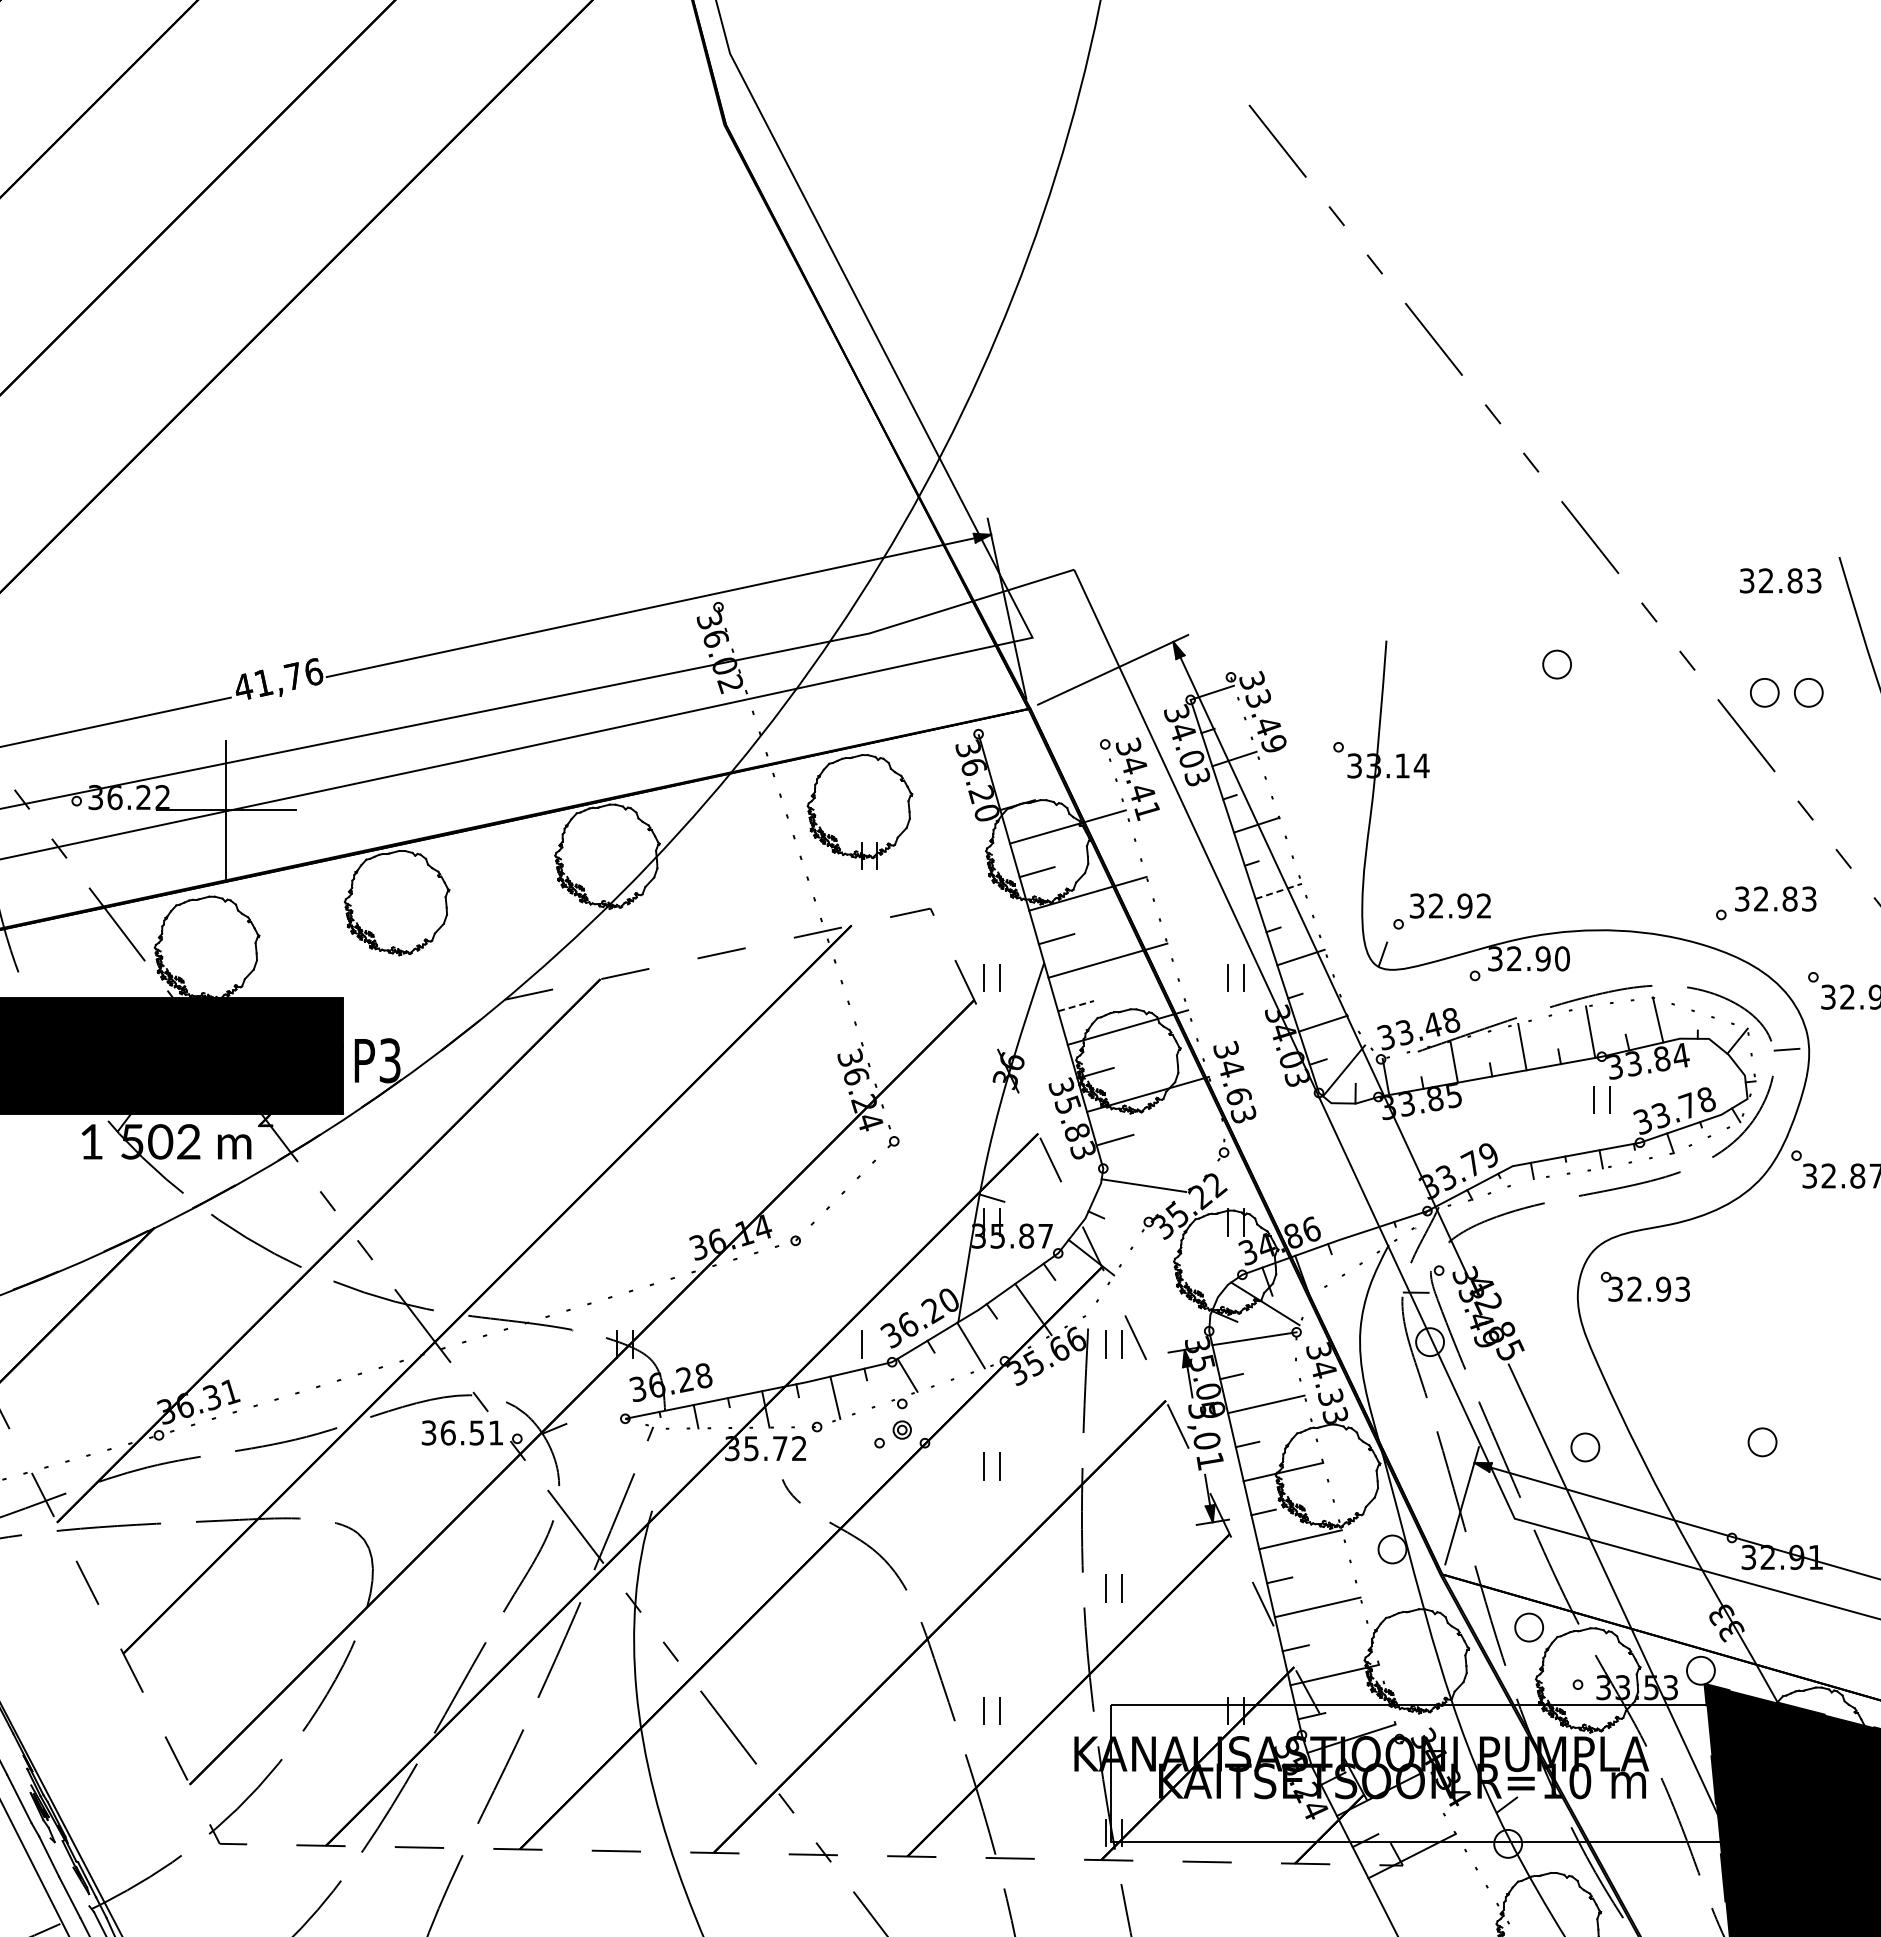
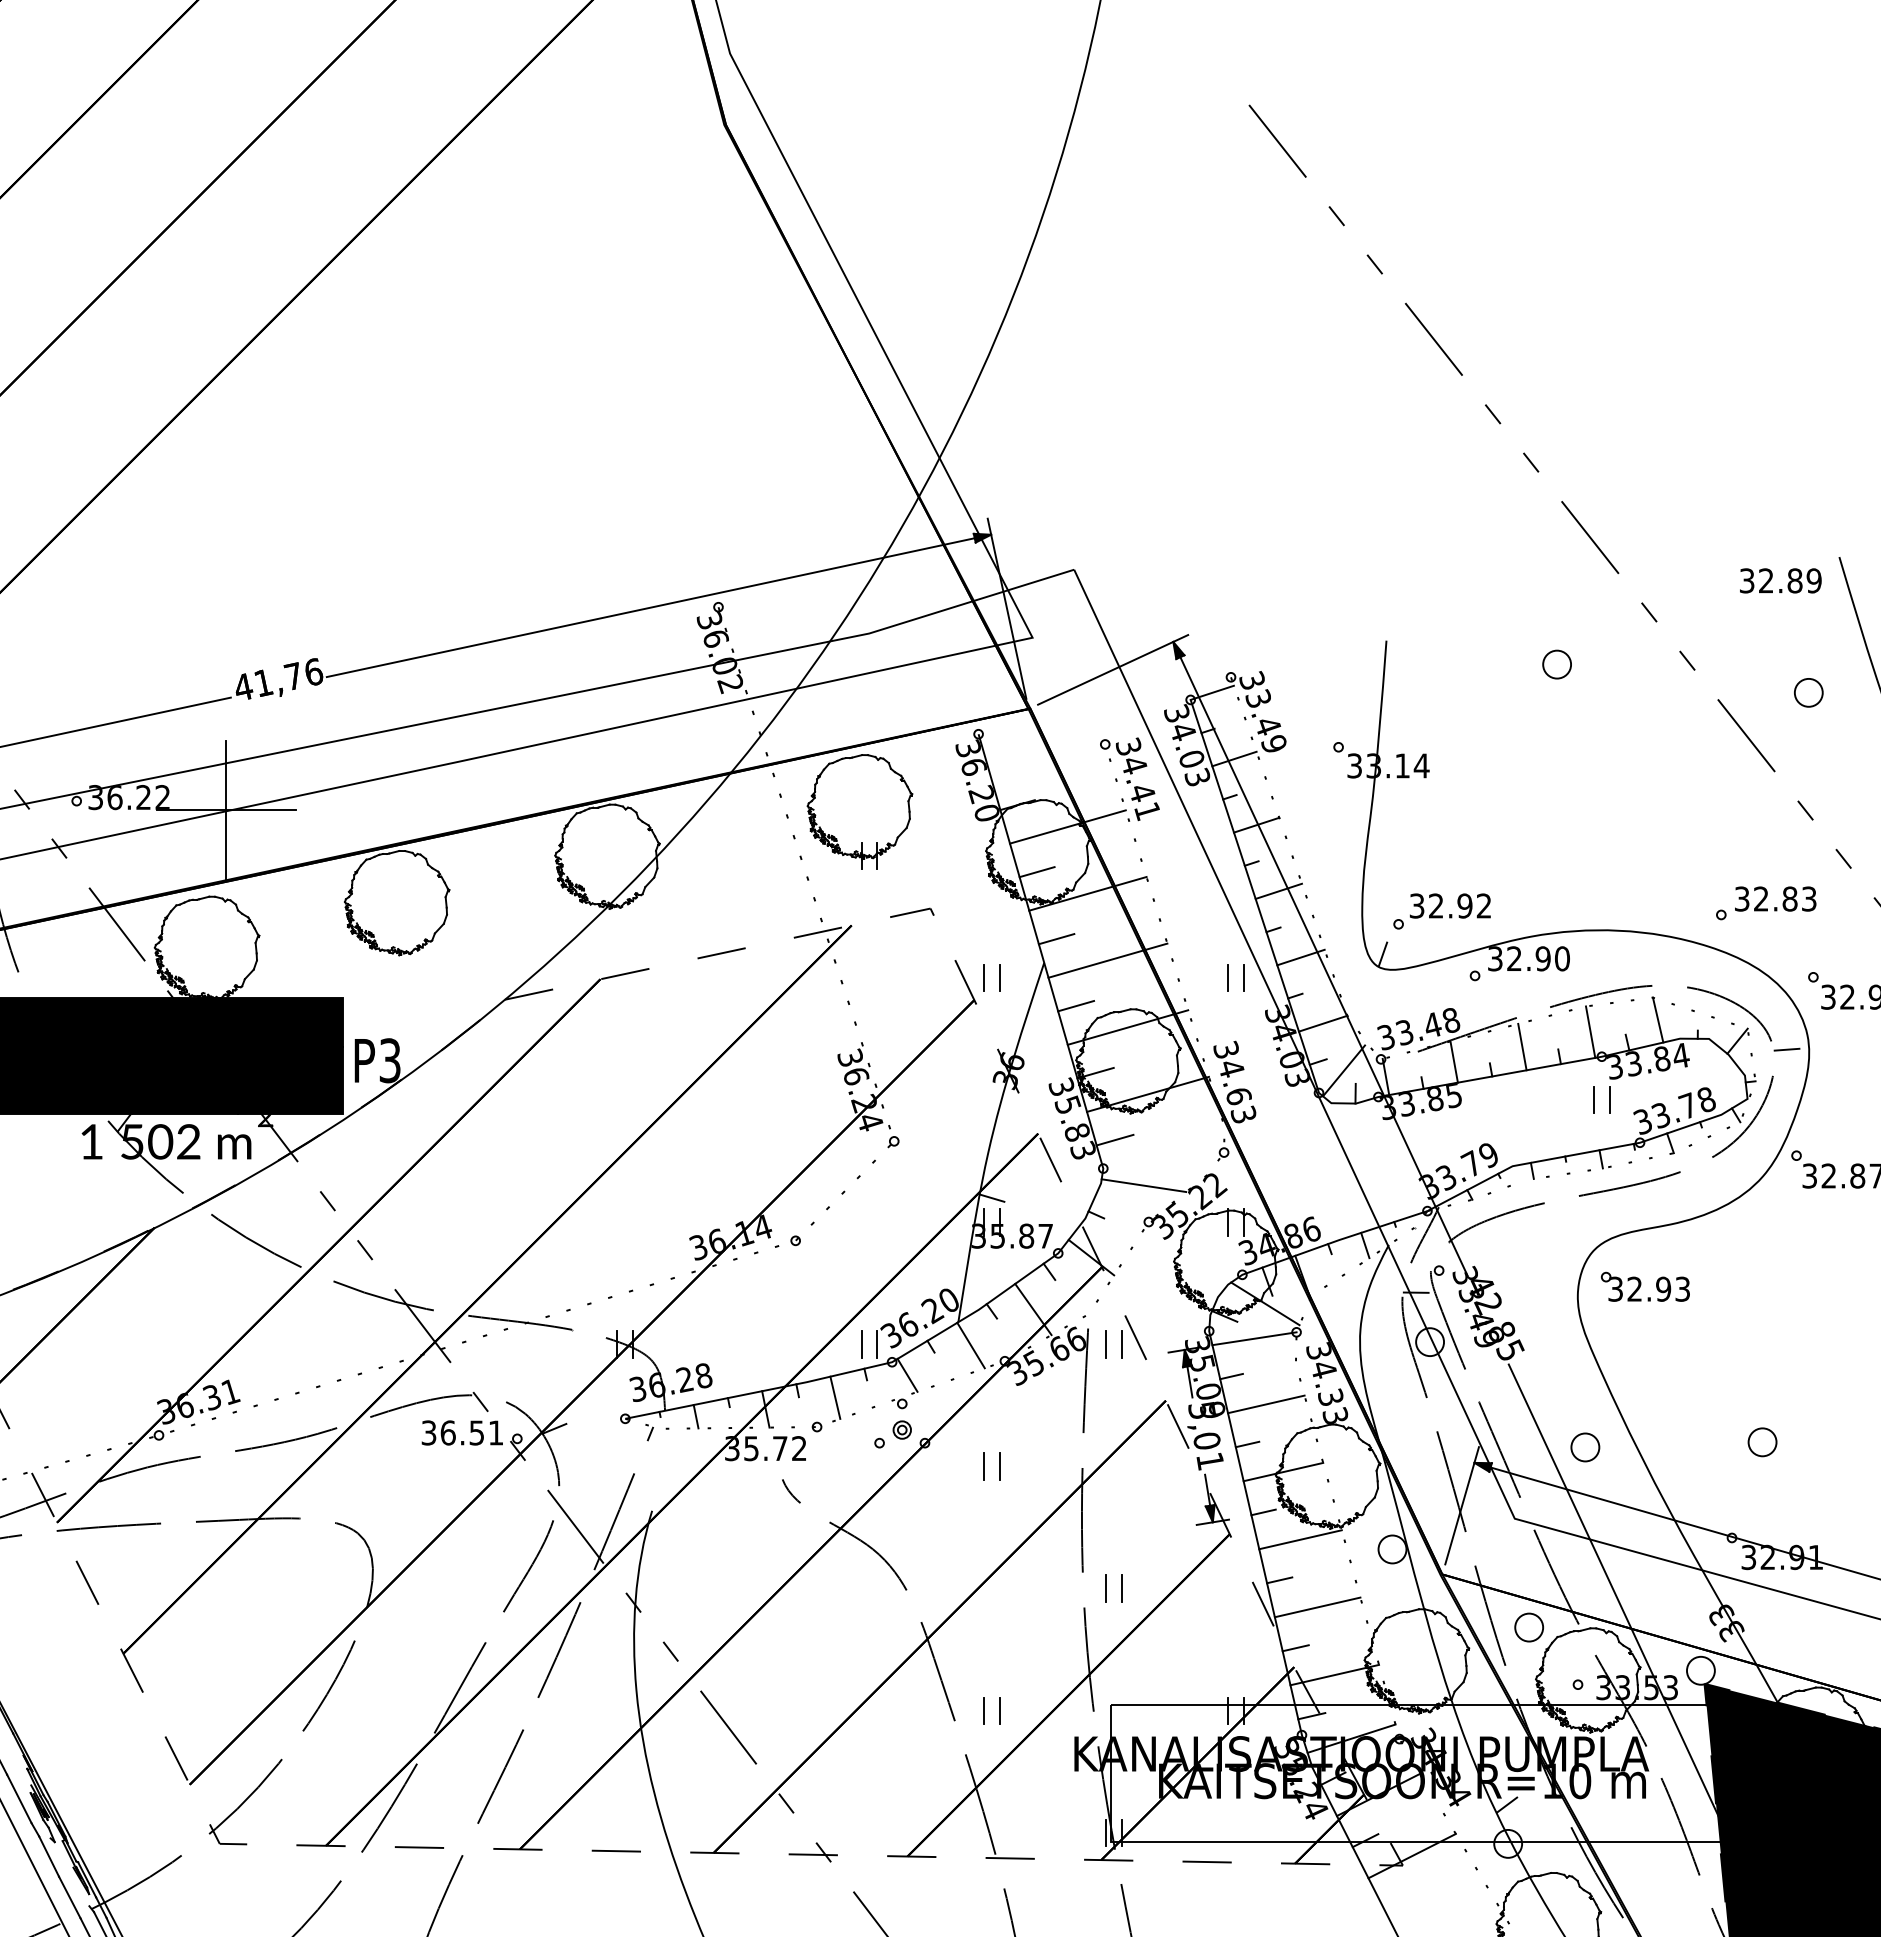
text at (1813, 580): 32.83 -> 32.89
circle at (1764, 692): present -> none
line at (1279, 891): dashed -> solid
line at (1076, 1006): dashed -> solid
line at (1365, 1245): none -> present
line at (877, 1344): none -> present
